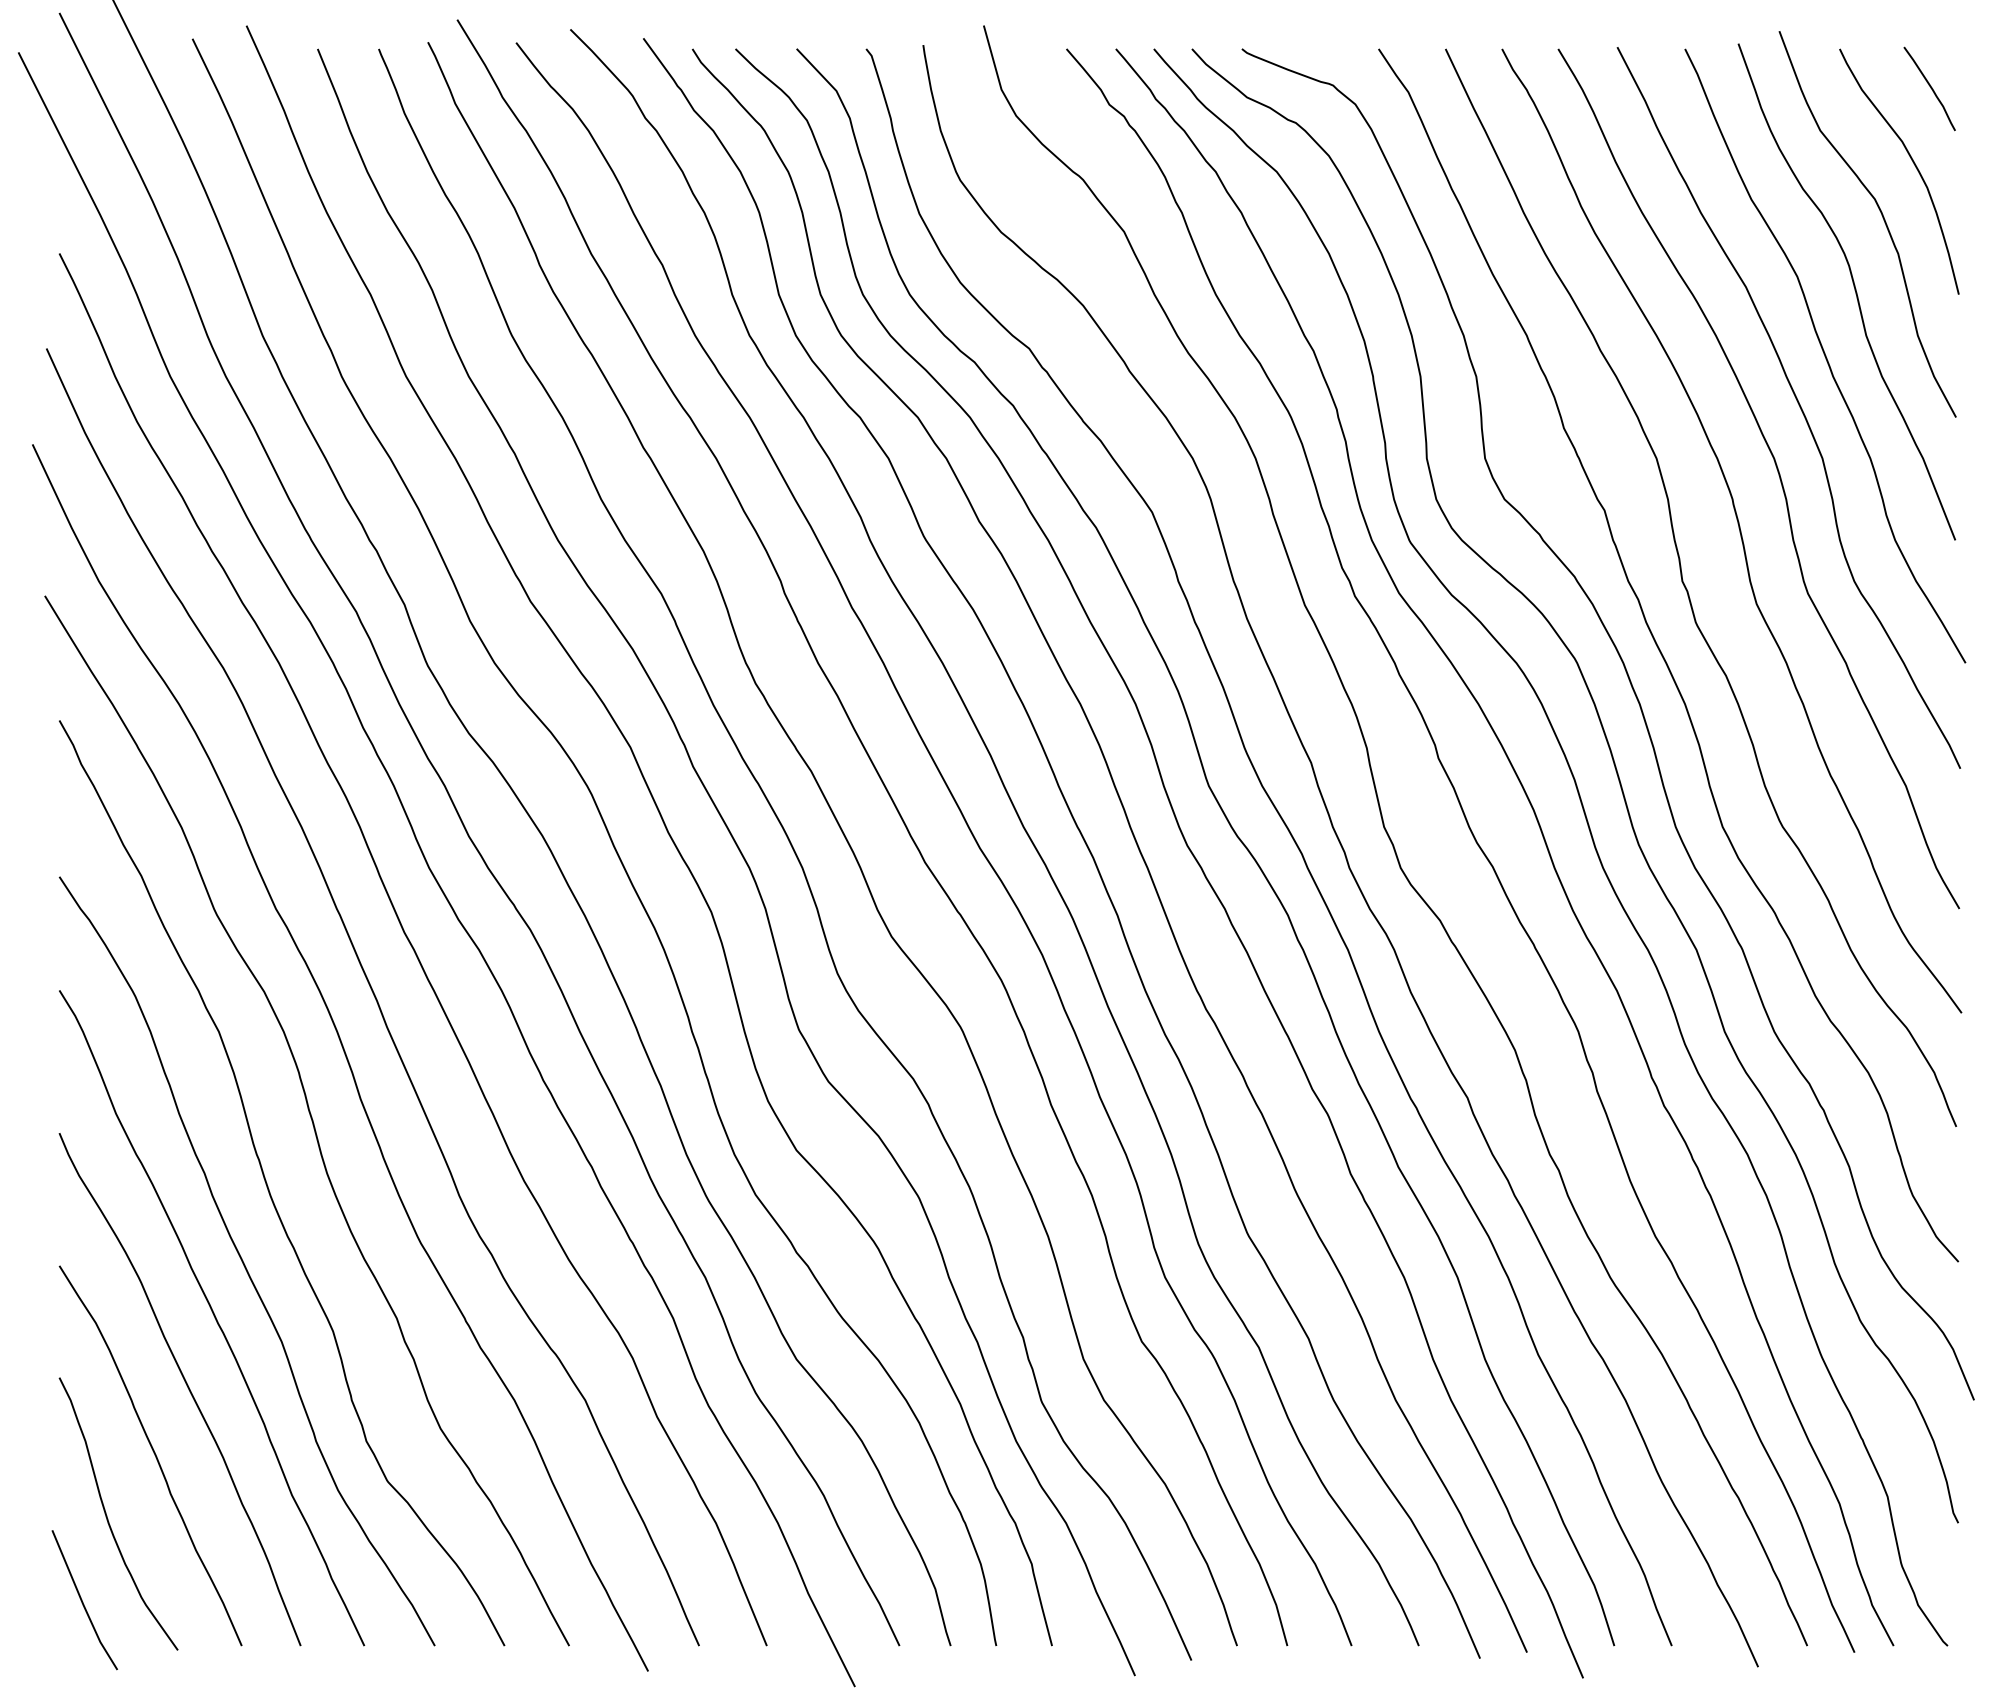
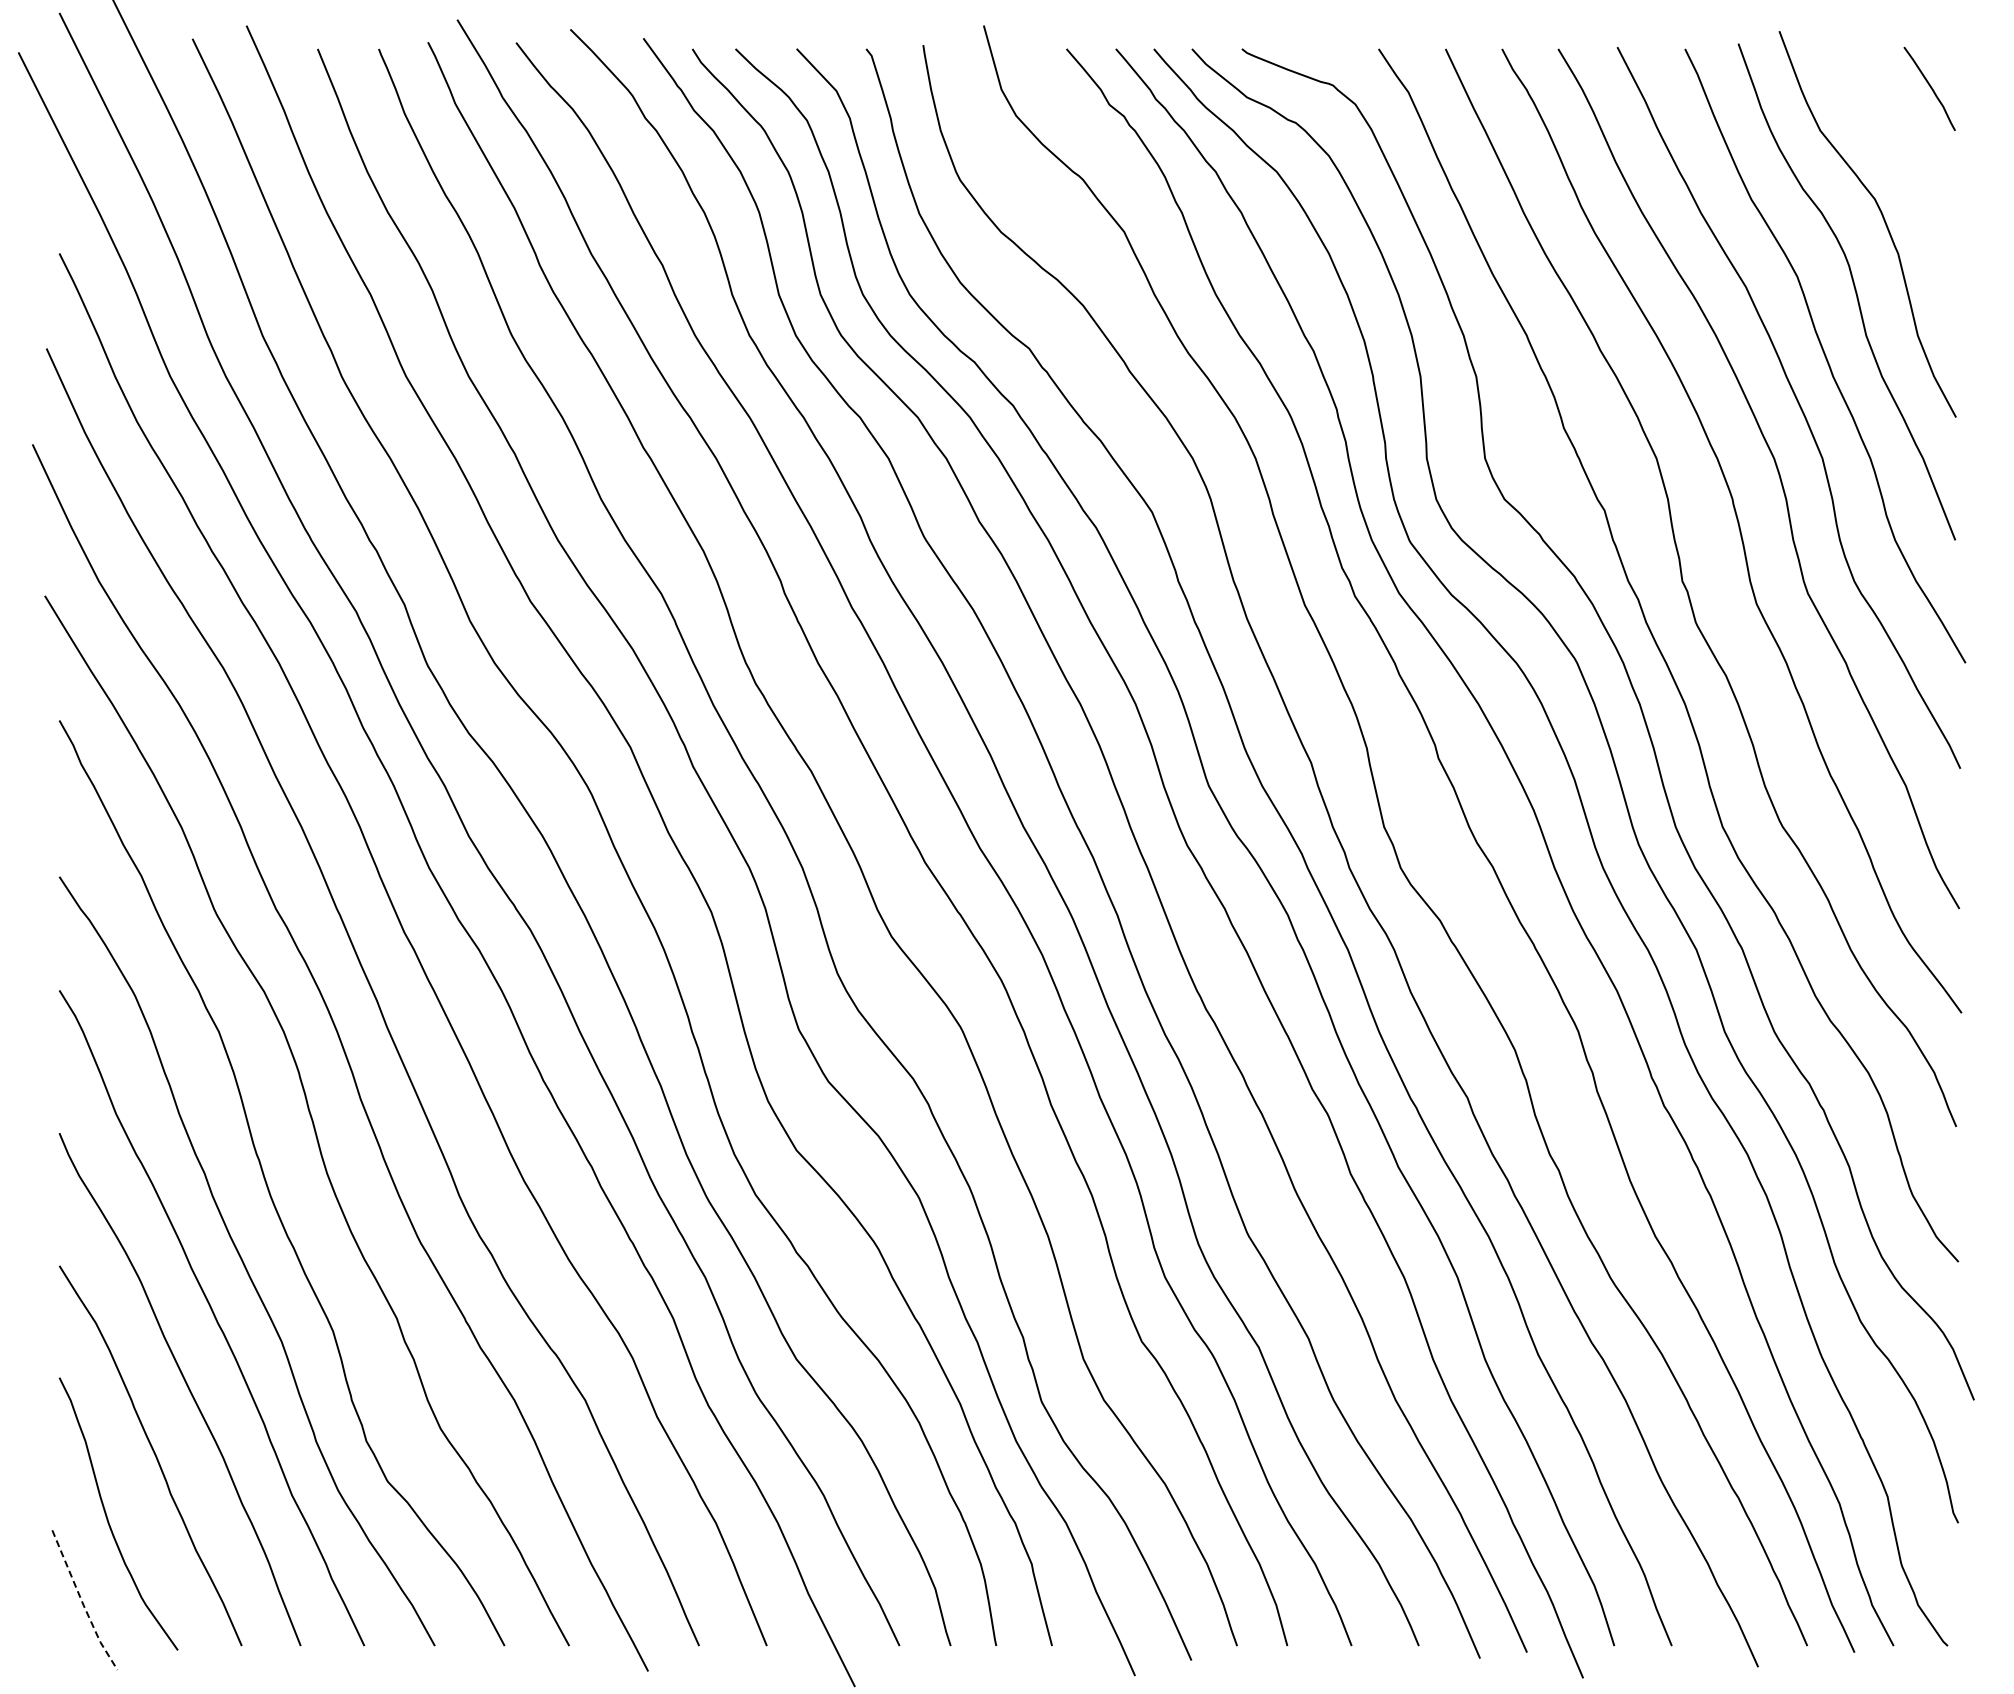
curve at (1913, 164): present -> none
line at (82, 1602): solid -> dashed
